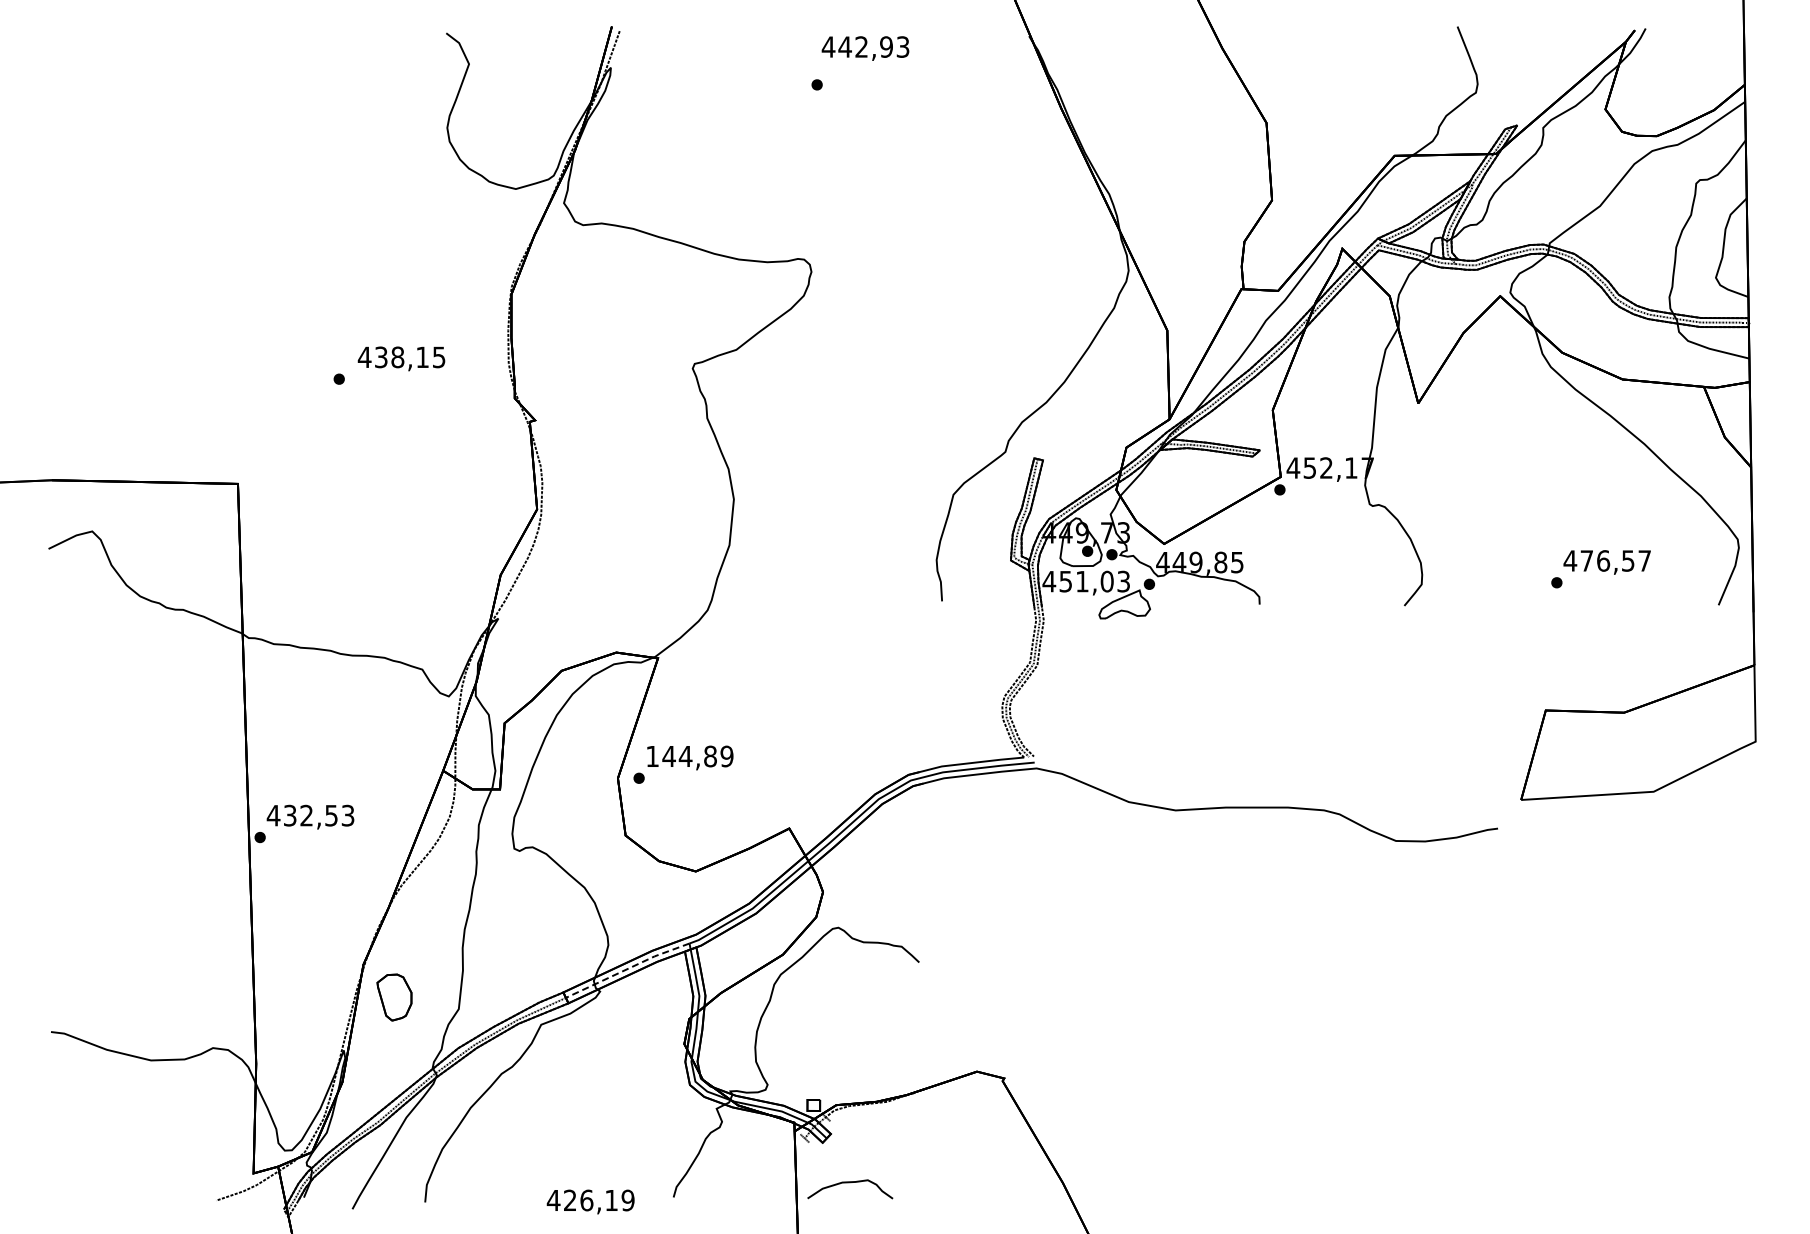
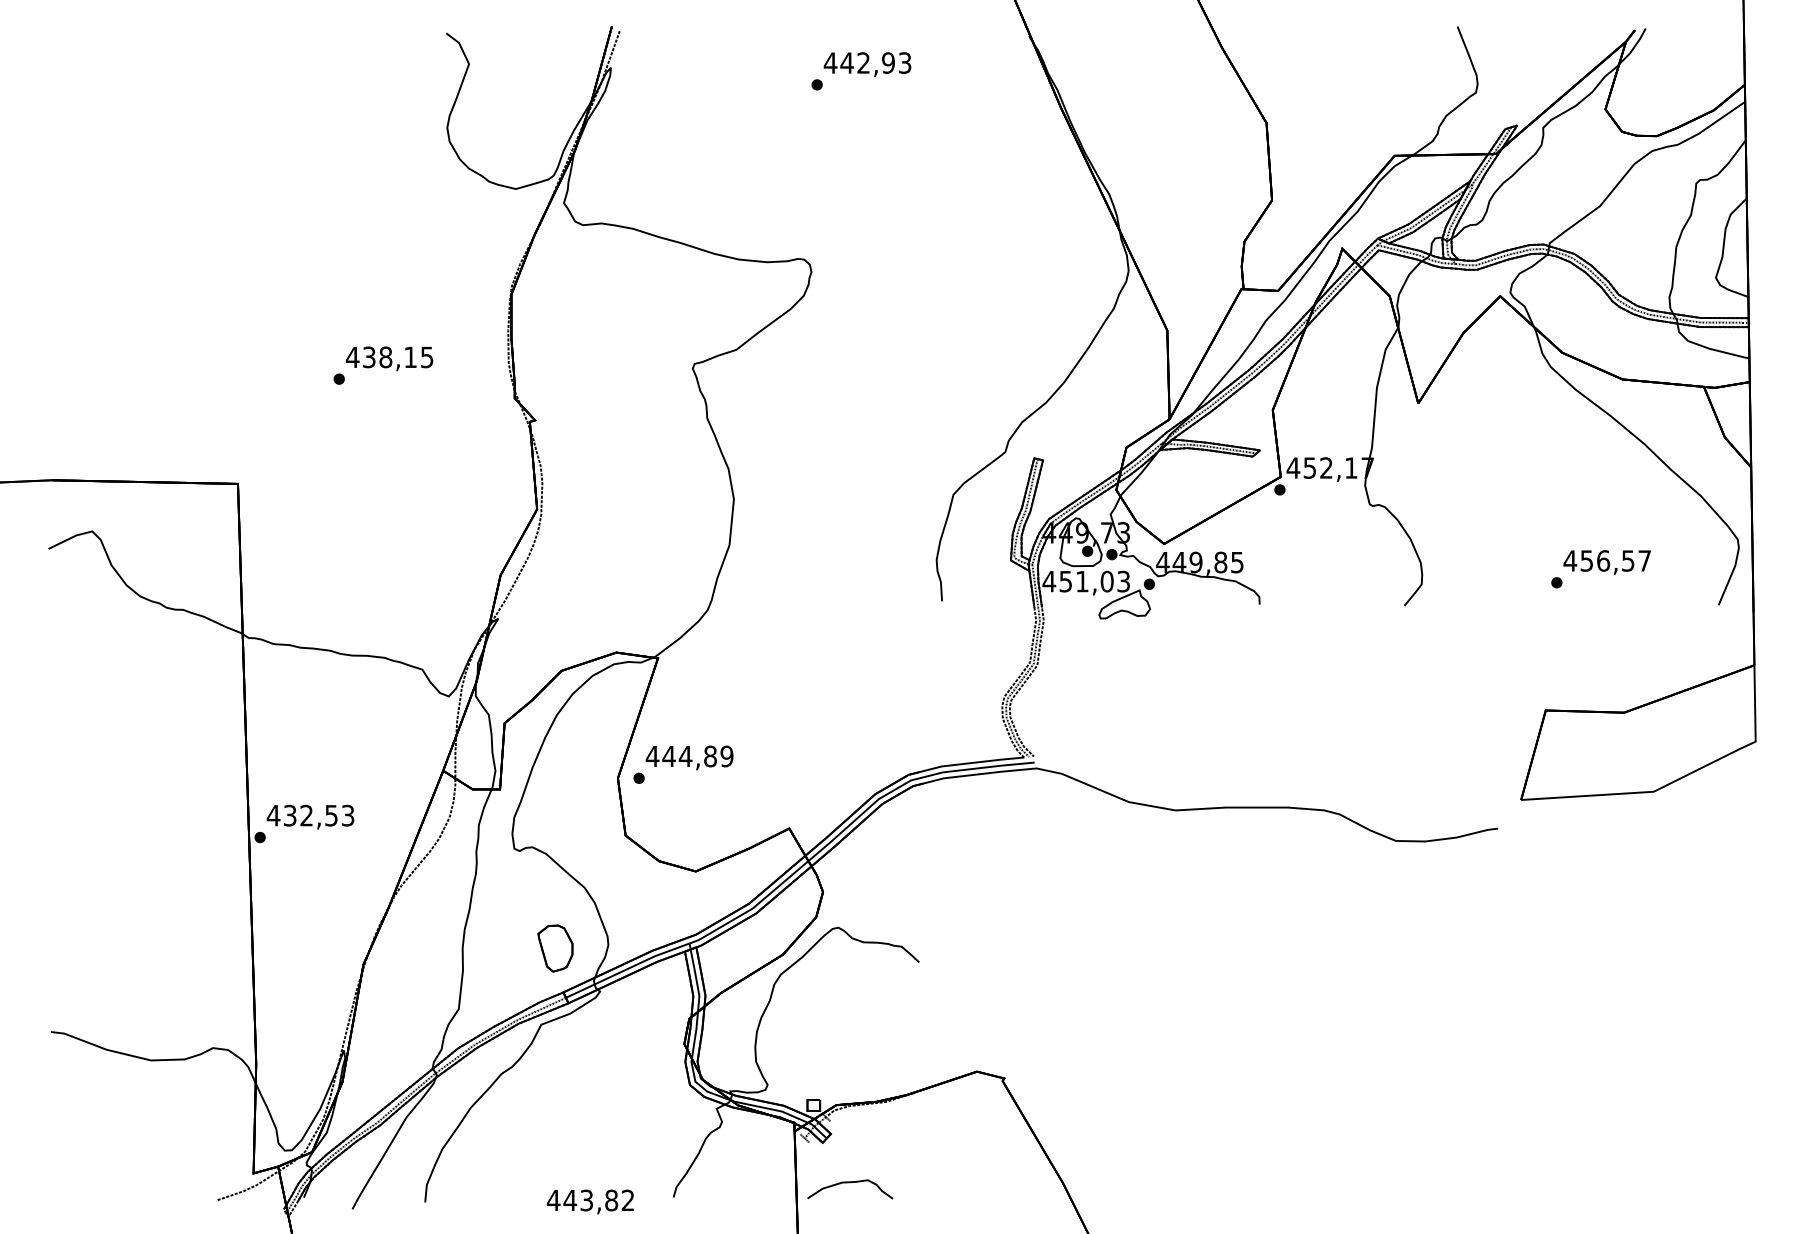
text at (865, 48) position: (865, 48) -> (867, 64)
text at (401, 358) position: (401, 358) -> (389, 358)
text at (1586, 560): 476,57 -> 456,57
text at (652, 756): 144,89 -> 444,89
line at (627, 968): dashed -> solid
part at (394, 997) position: (394, 997) -> (555, 948)
text at (598, 1200): 426,19 -> 443,82
